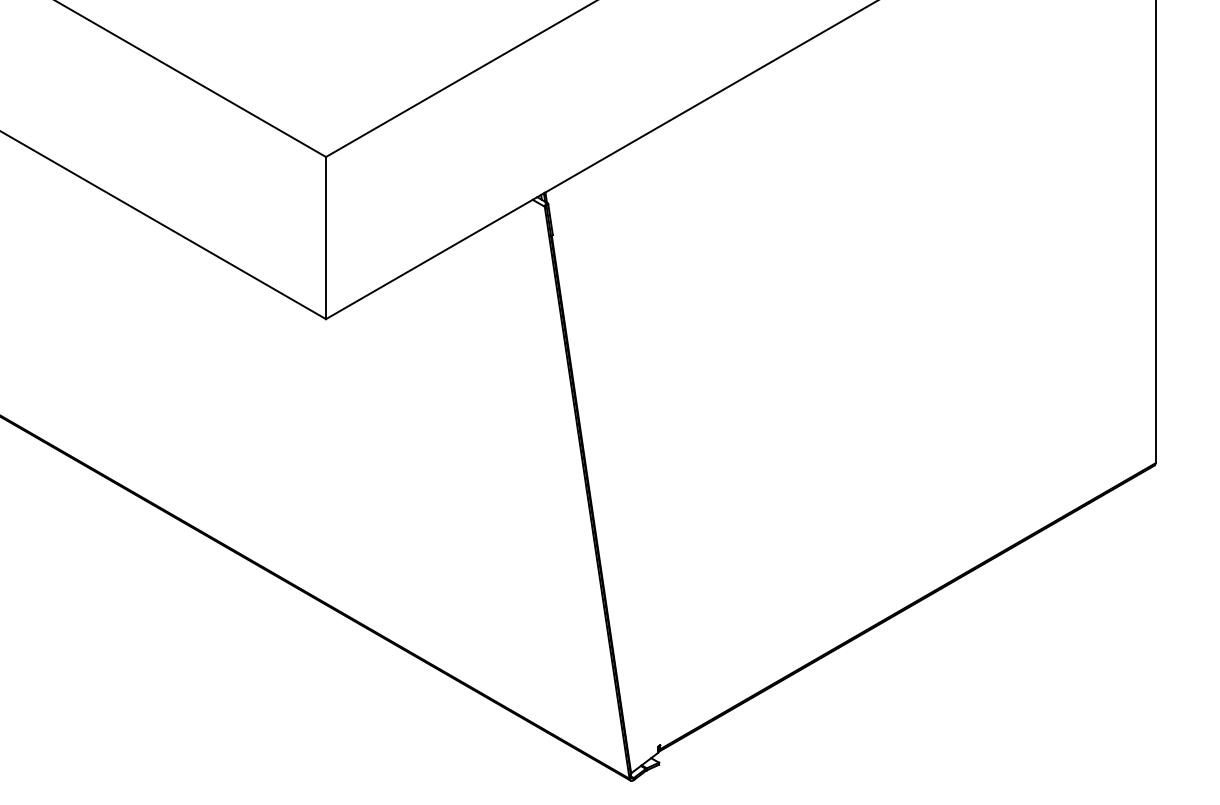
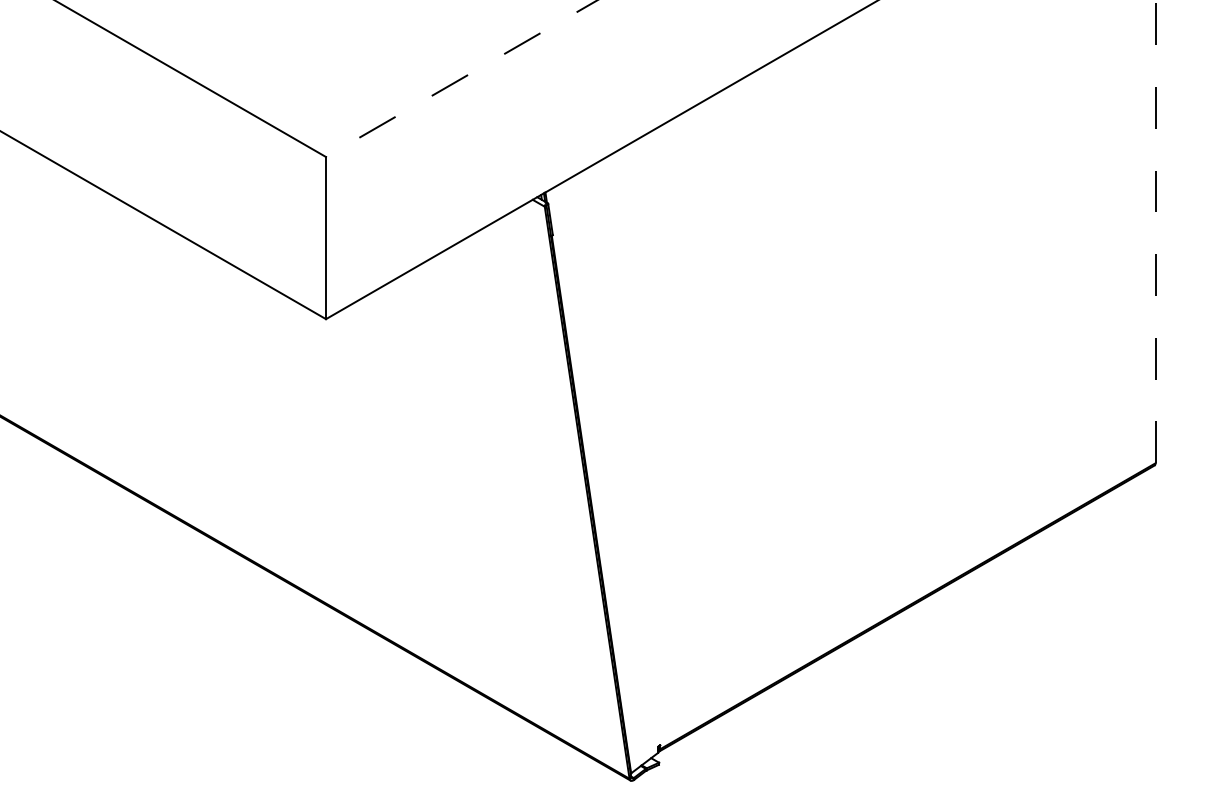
line at (461, 78): solid -> dashed
line at (1155, 231): solid -> dashed
